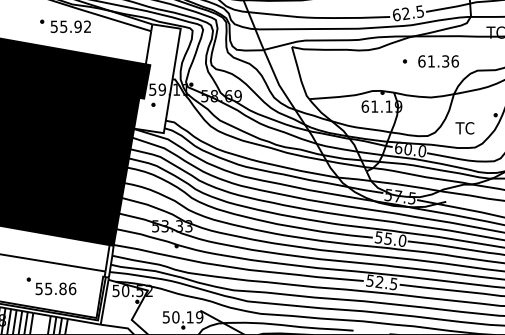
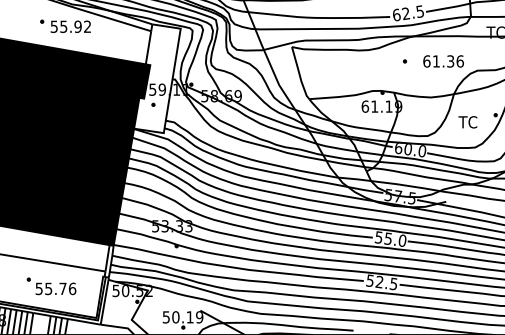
text at (438, 61) position: (438, 61) -> (443, 61)
text at (464, 128) position: (464, 128) -> (467, 122)
text at (62, 288): 55.86 -> 55.76
